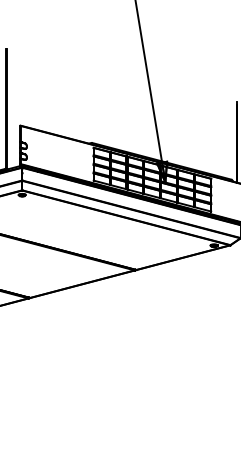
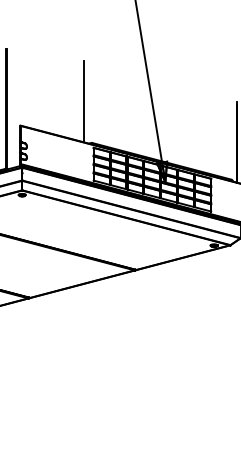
line at (83, 101): none -> present
